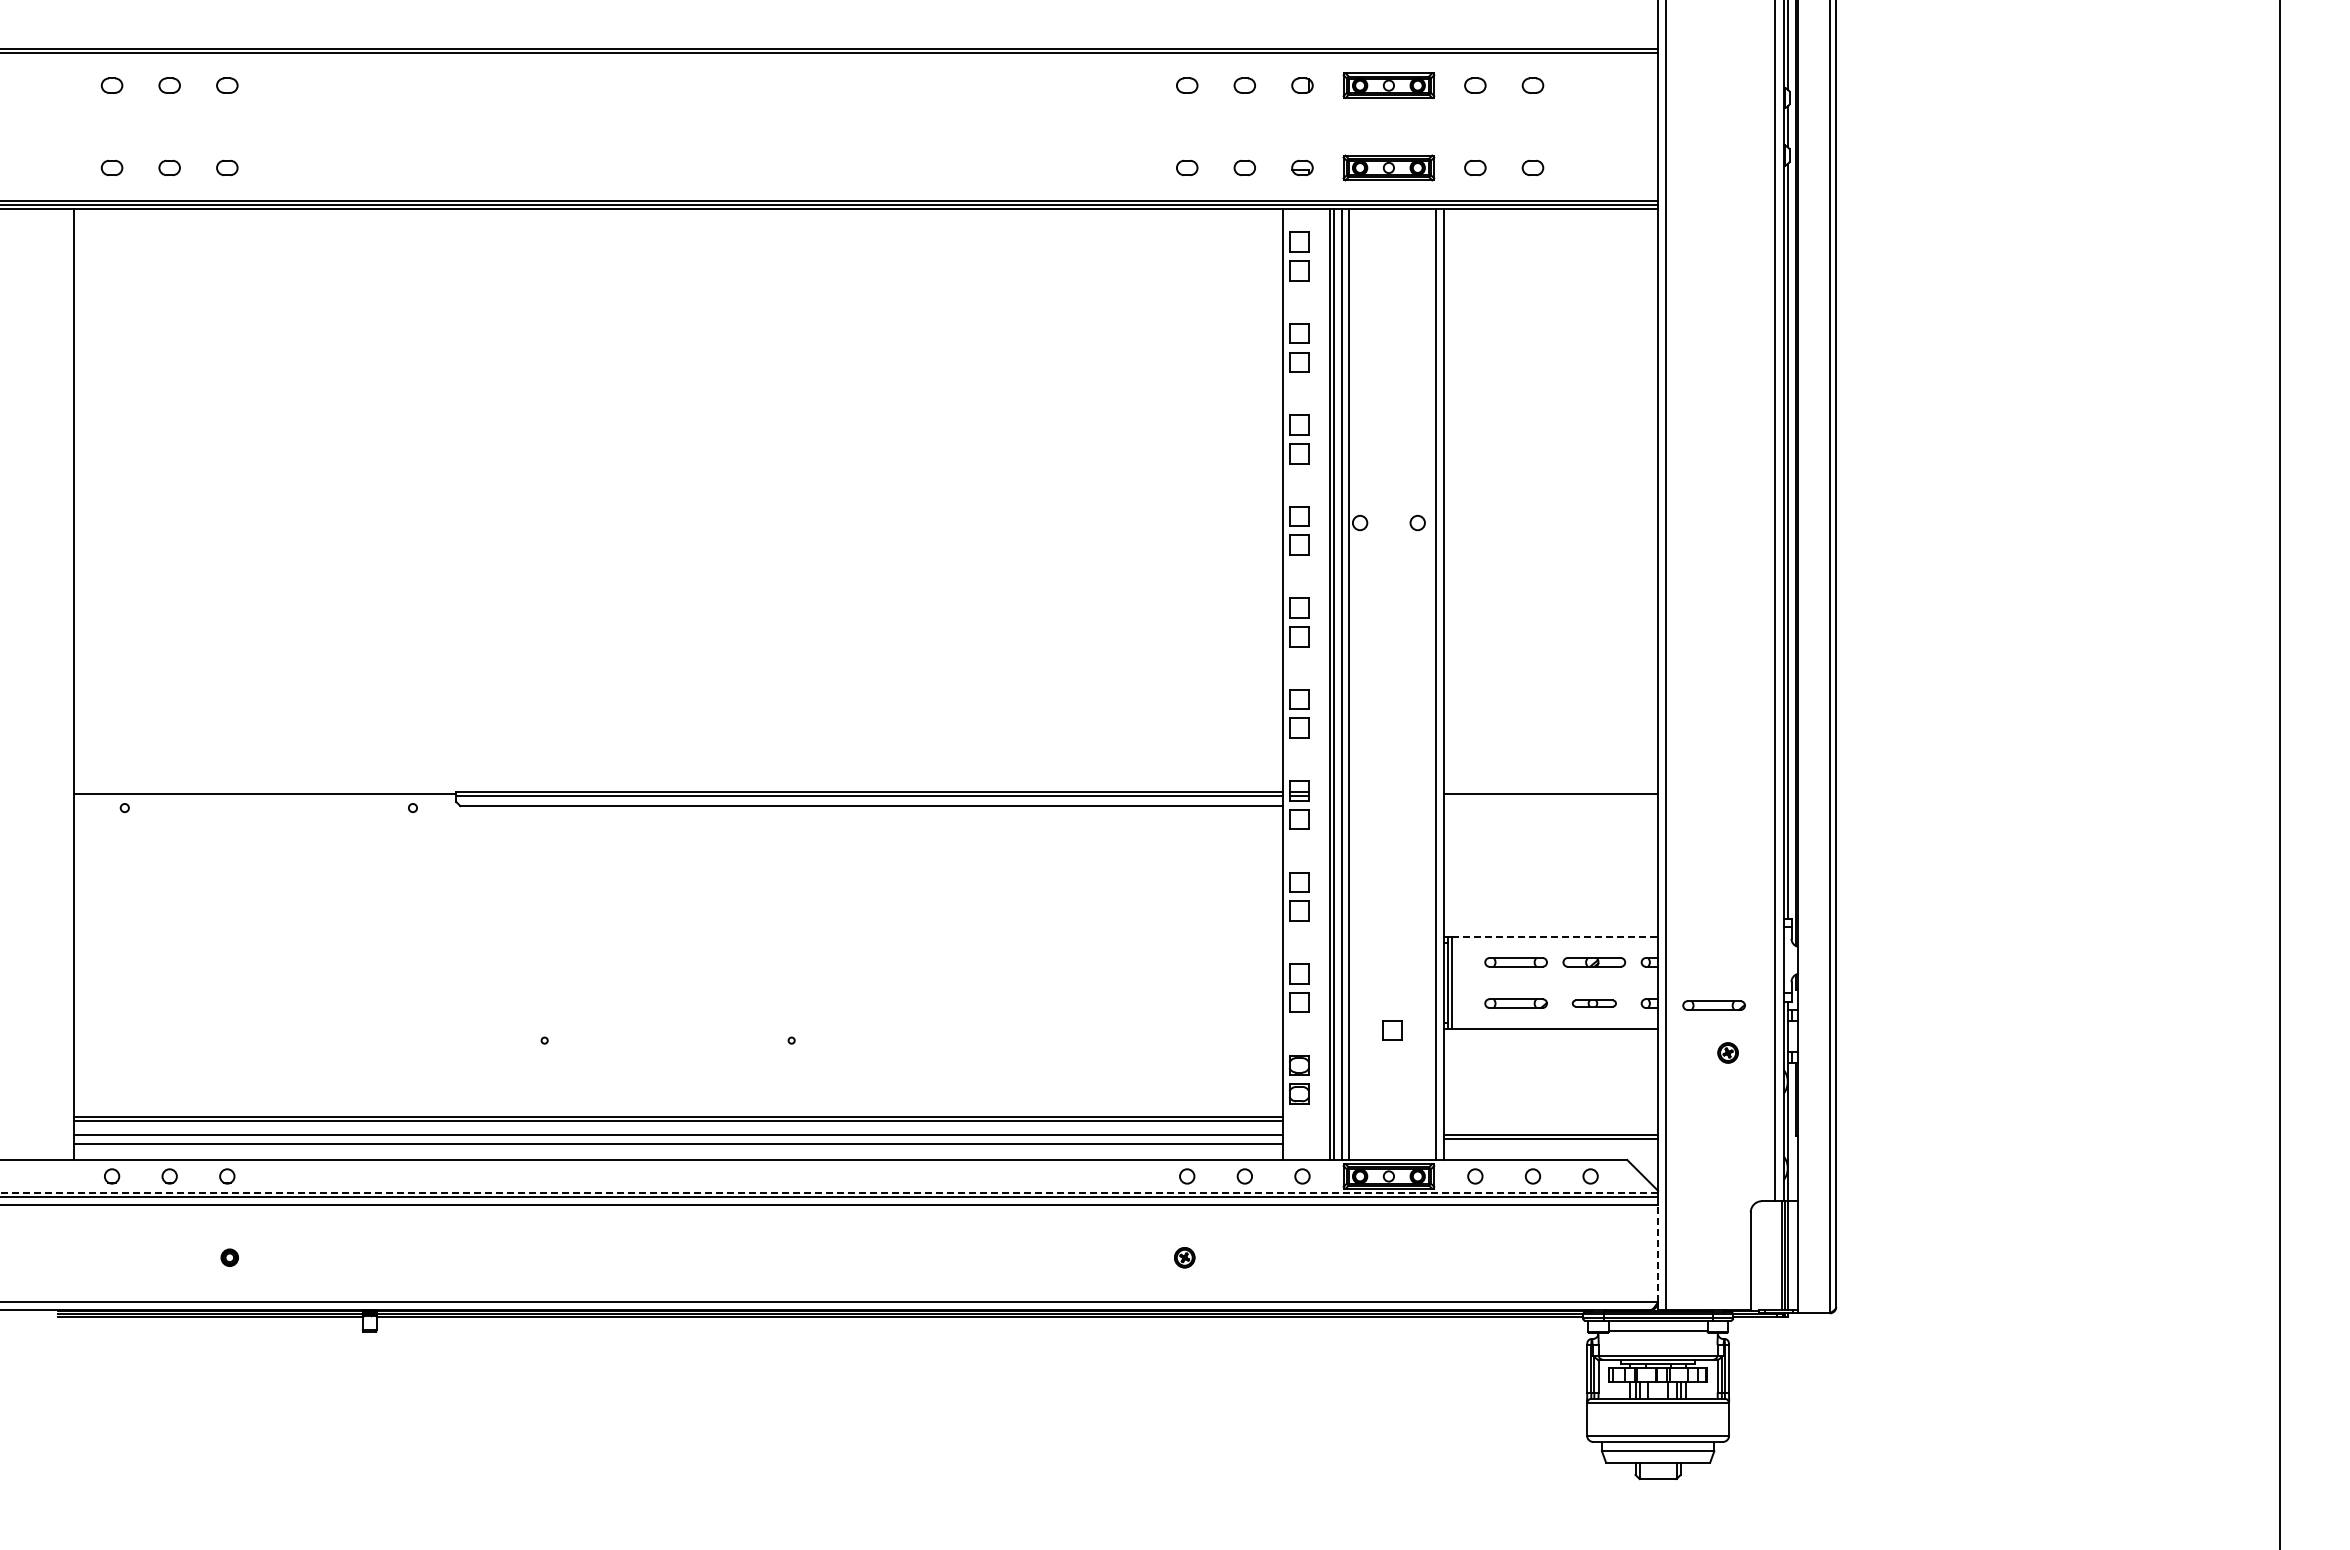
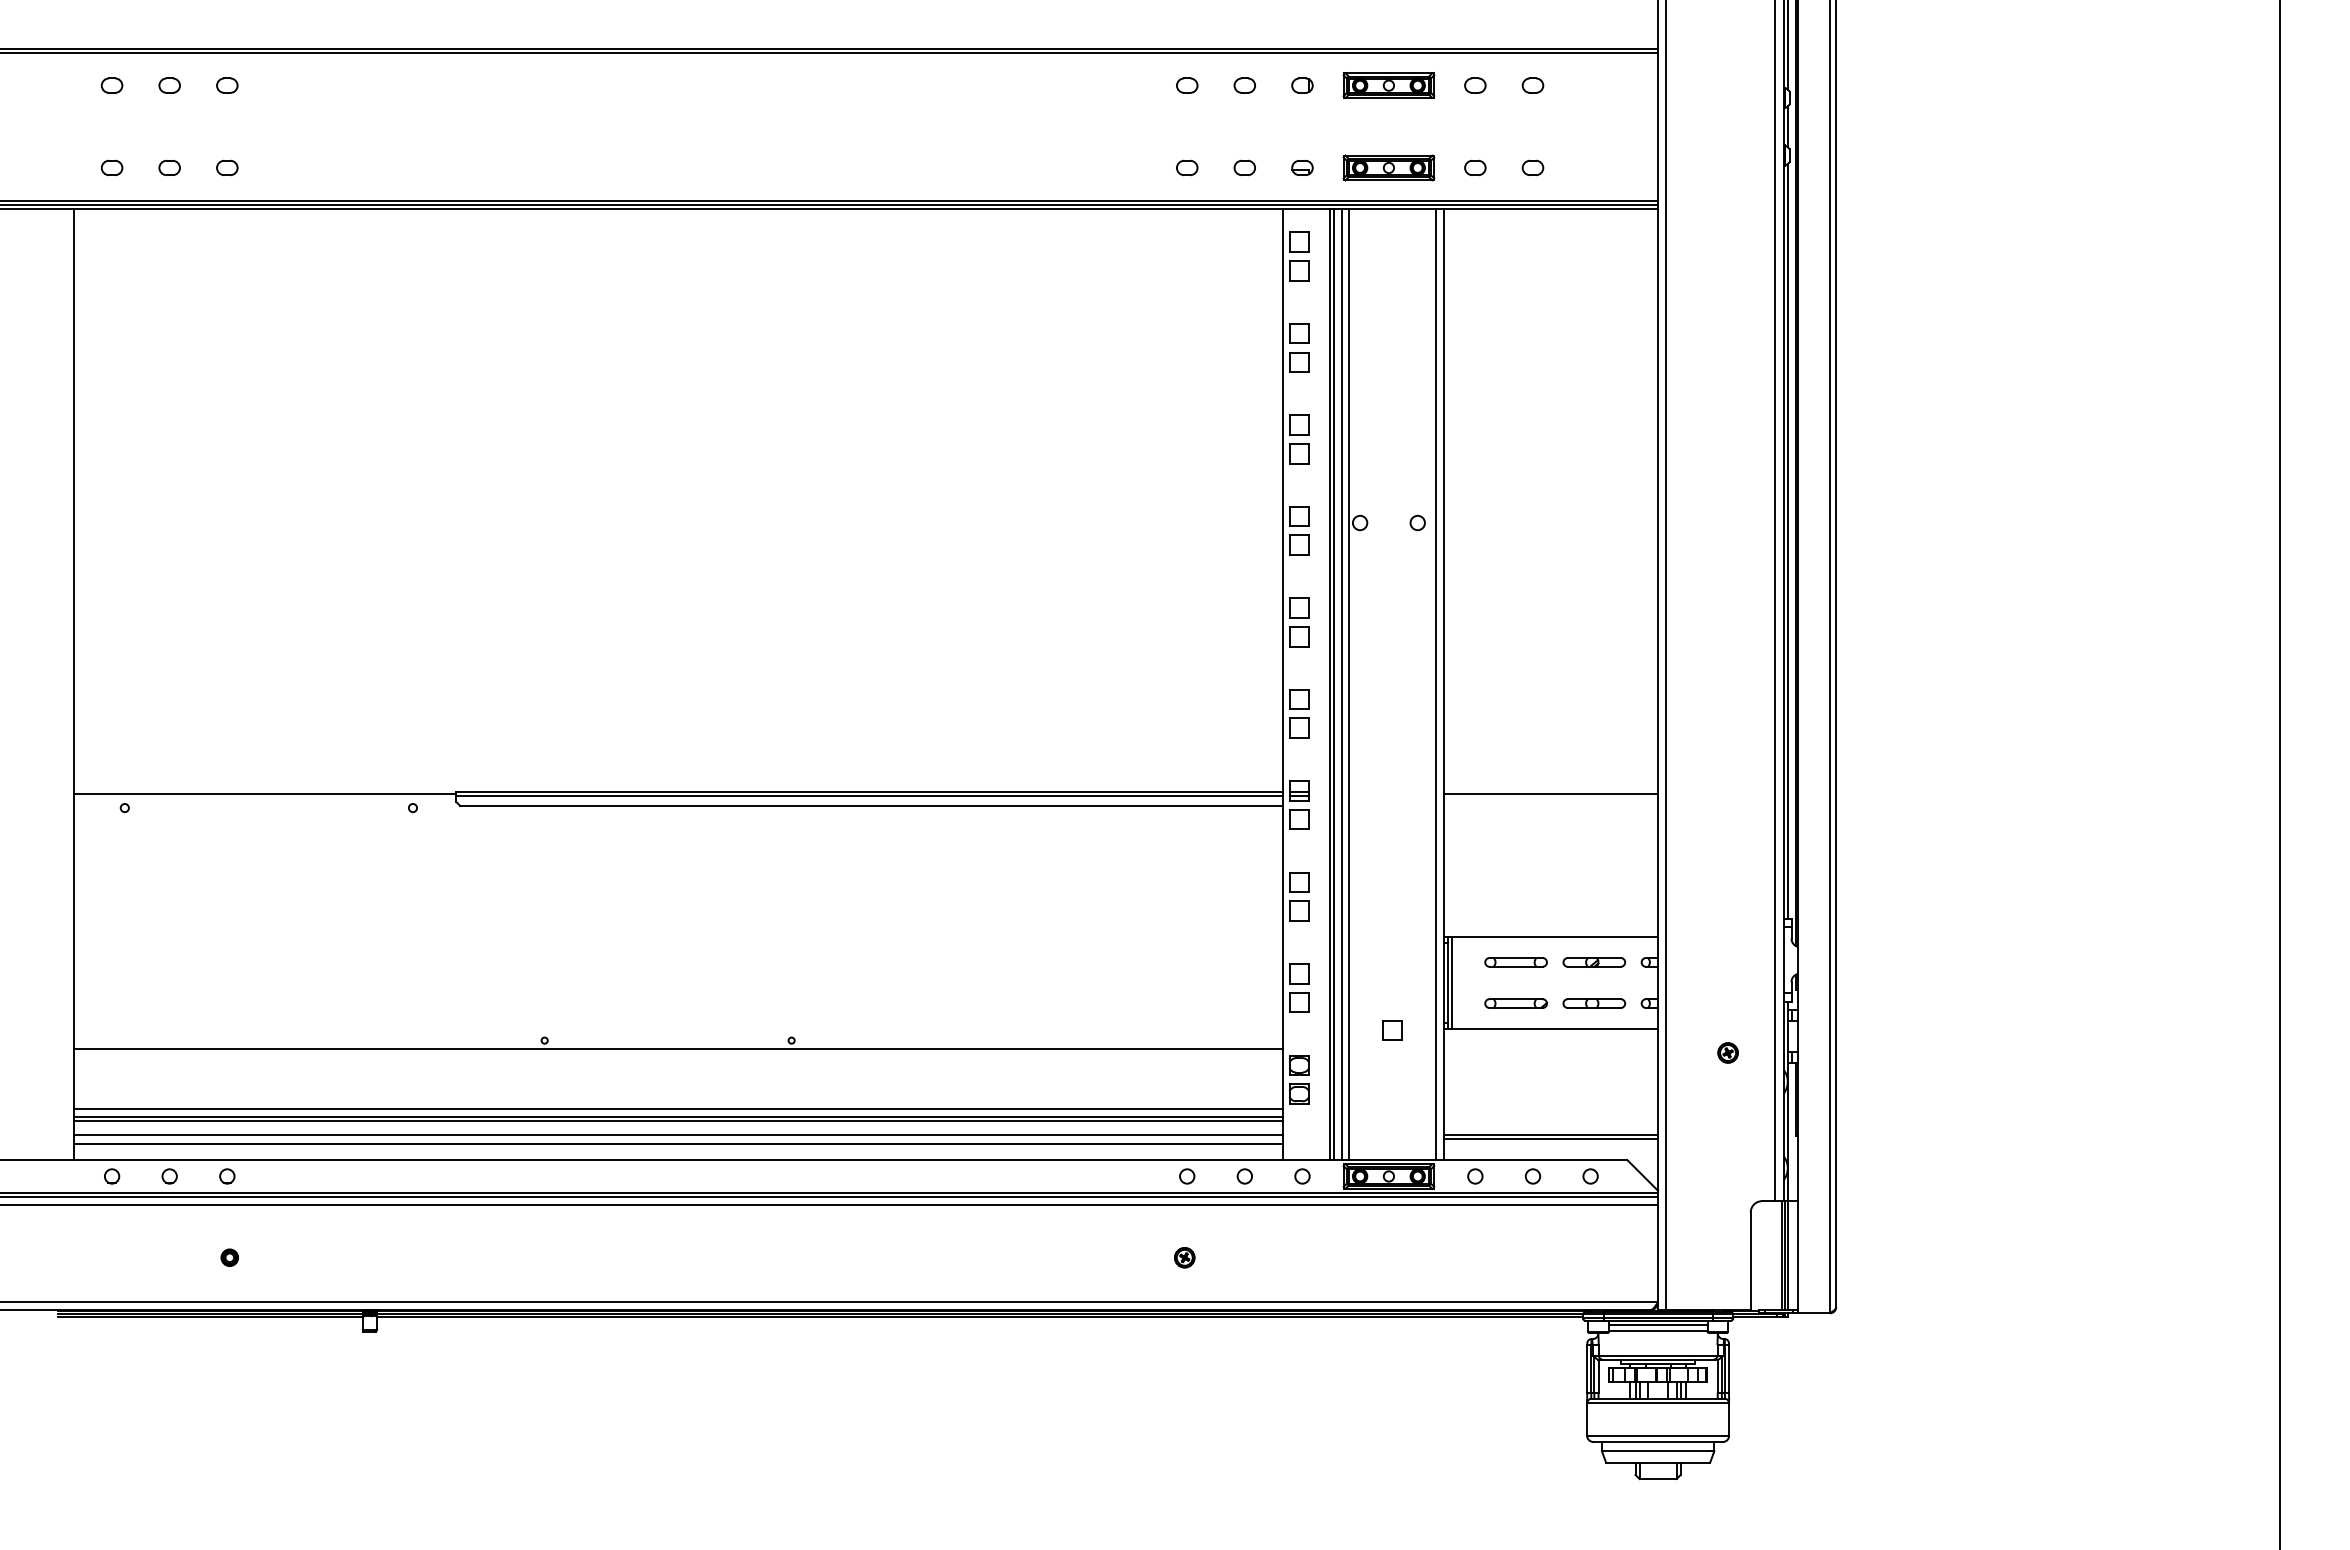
line at (1555, 936): dashed -> solid
part at (1593, 1003) size: 46x9 px -> 65x11 px
part at (1713, 1005): present -> none
line at (678, 1048): none -> present
line at (678, 1108): none -> present
line at (829, 1192): dashed -> solid
line at (1658, 1253): dashed -> solid
line at (1657, 1324): none -> present
